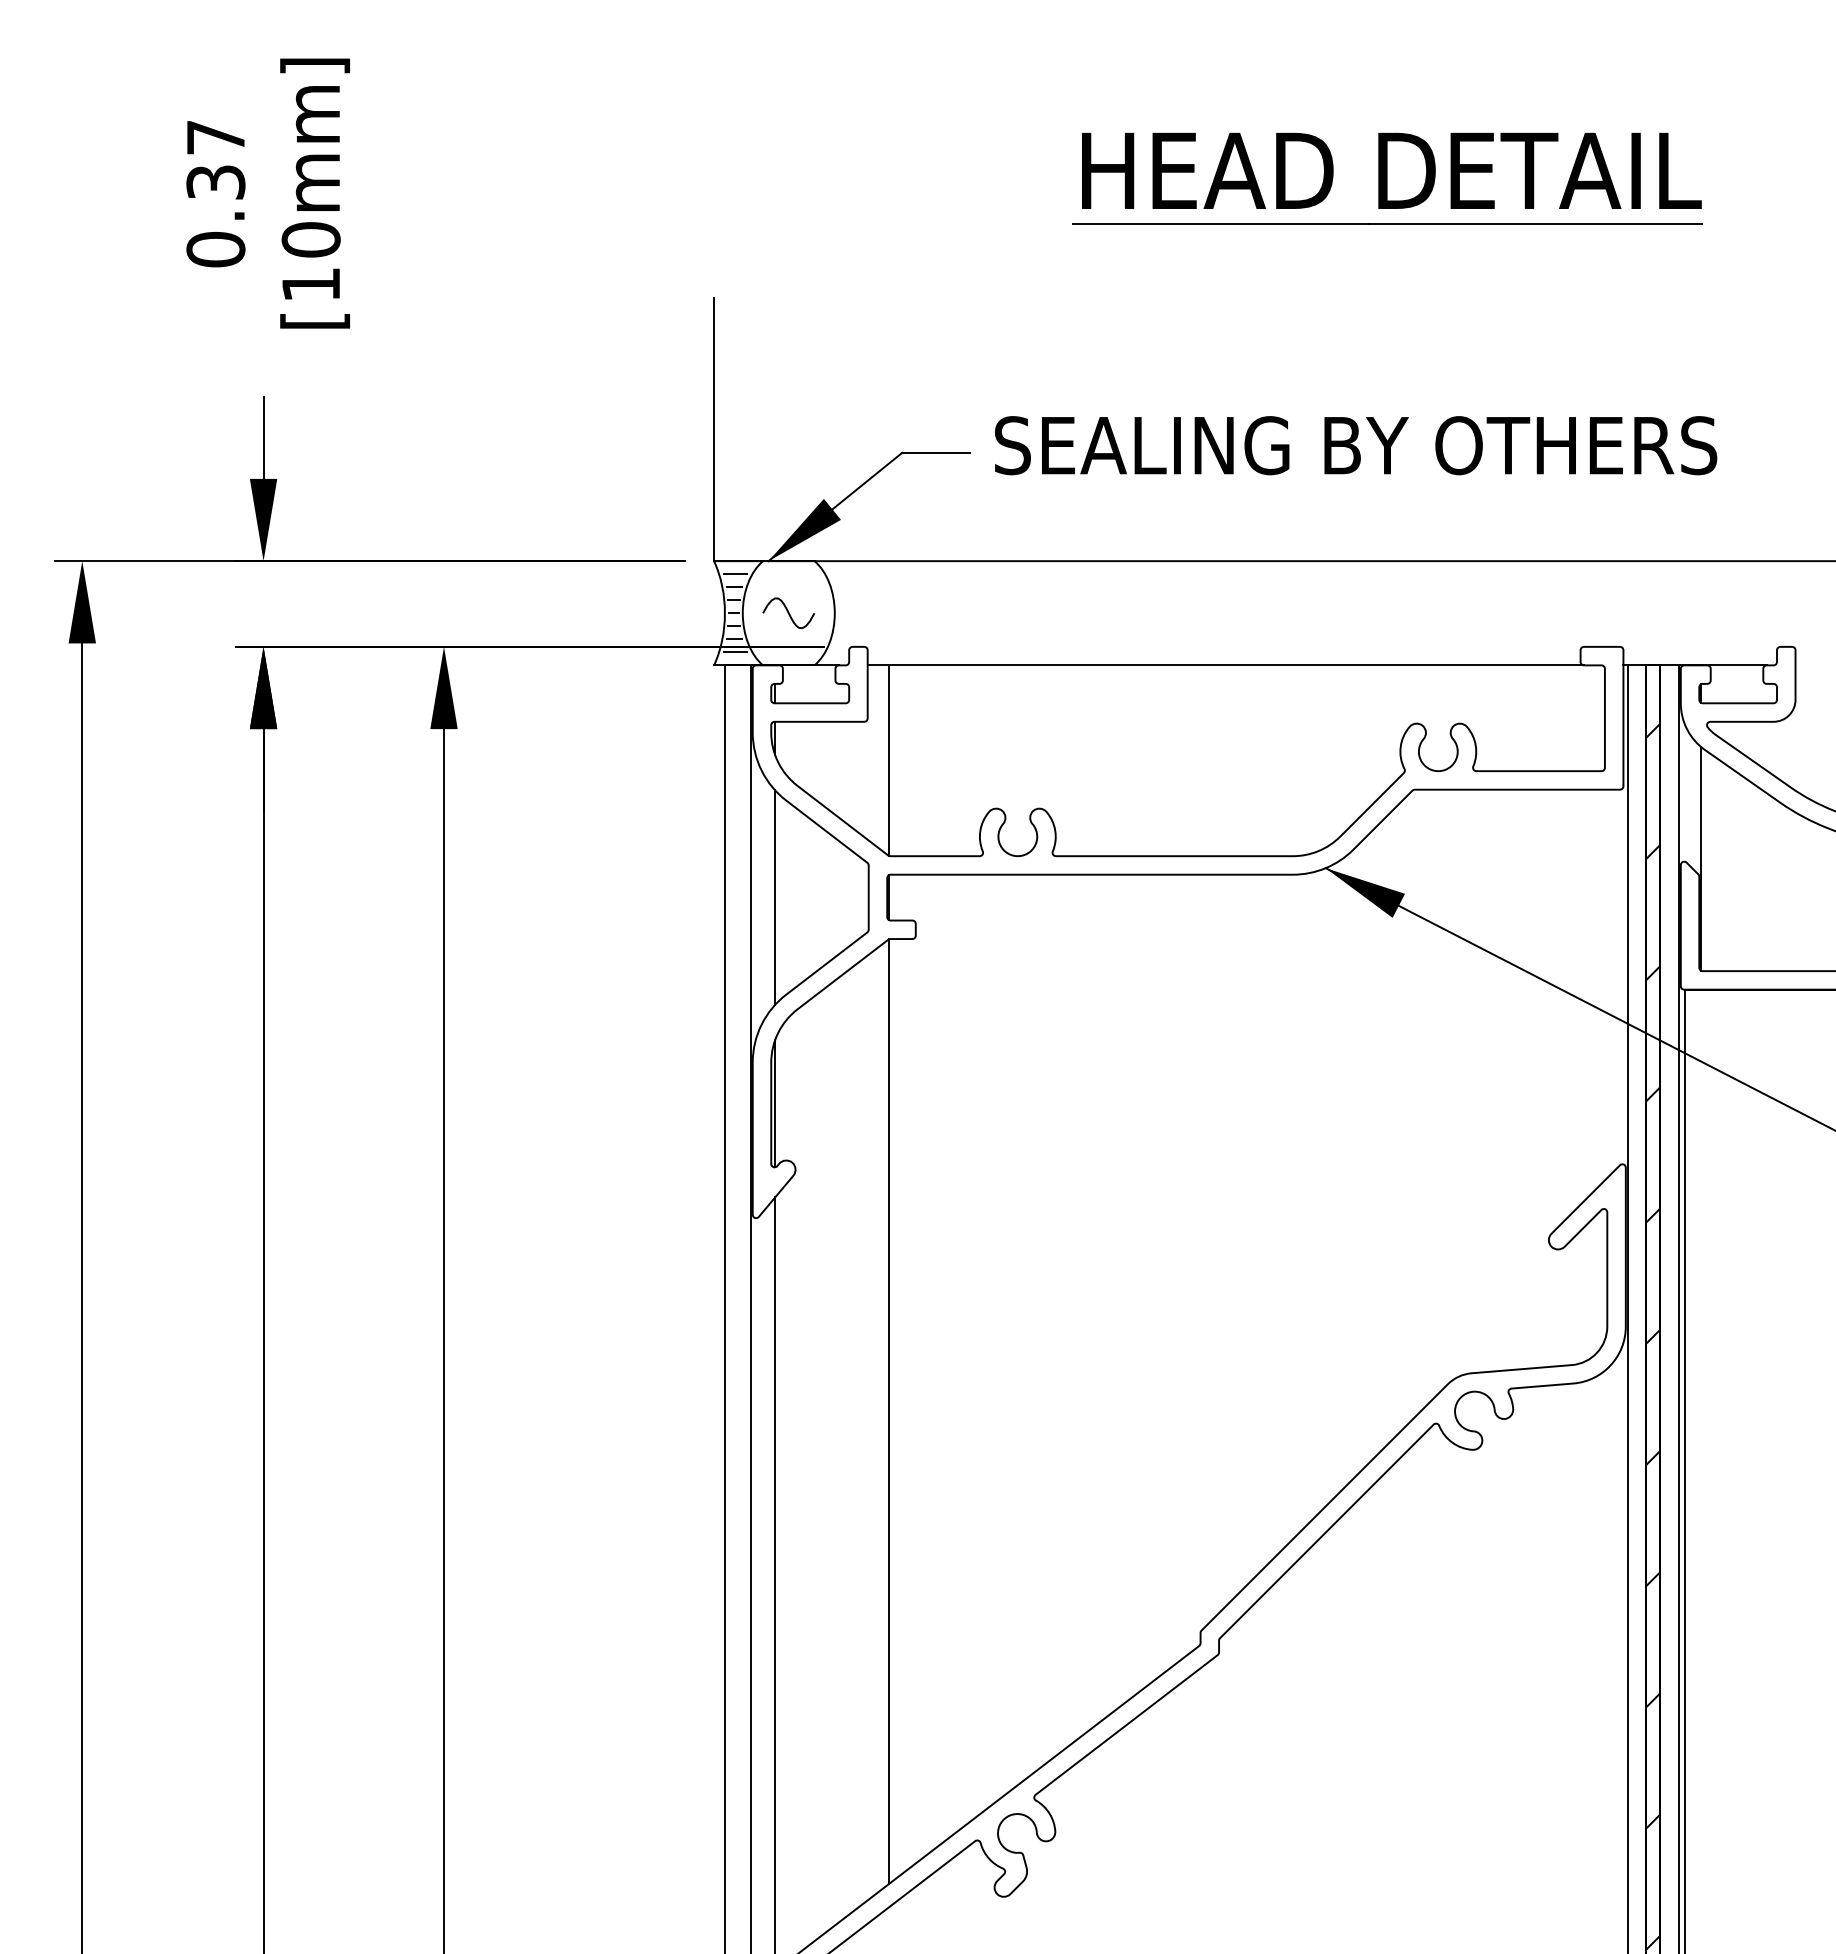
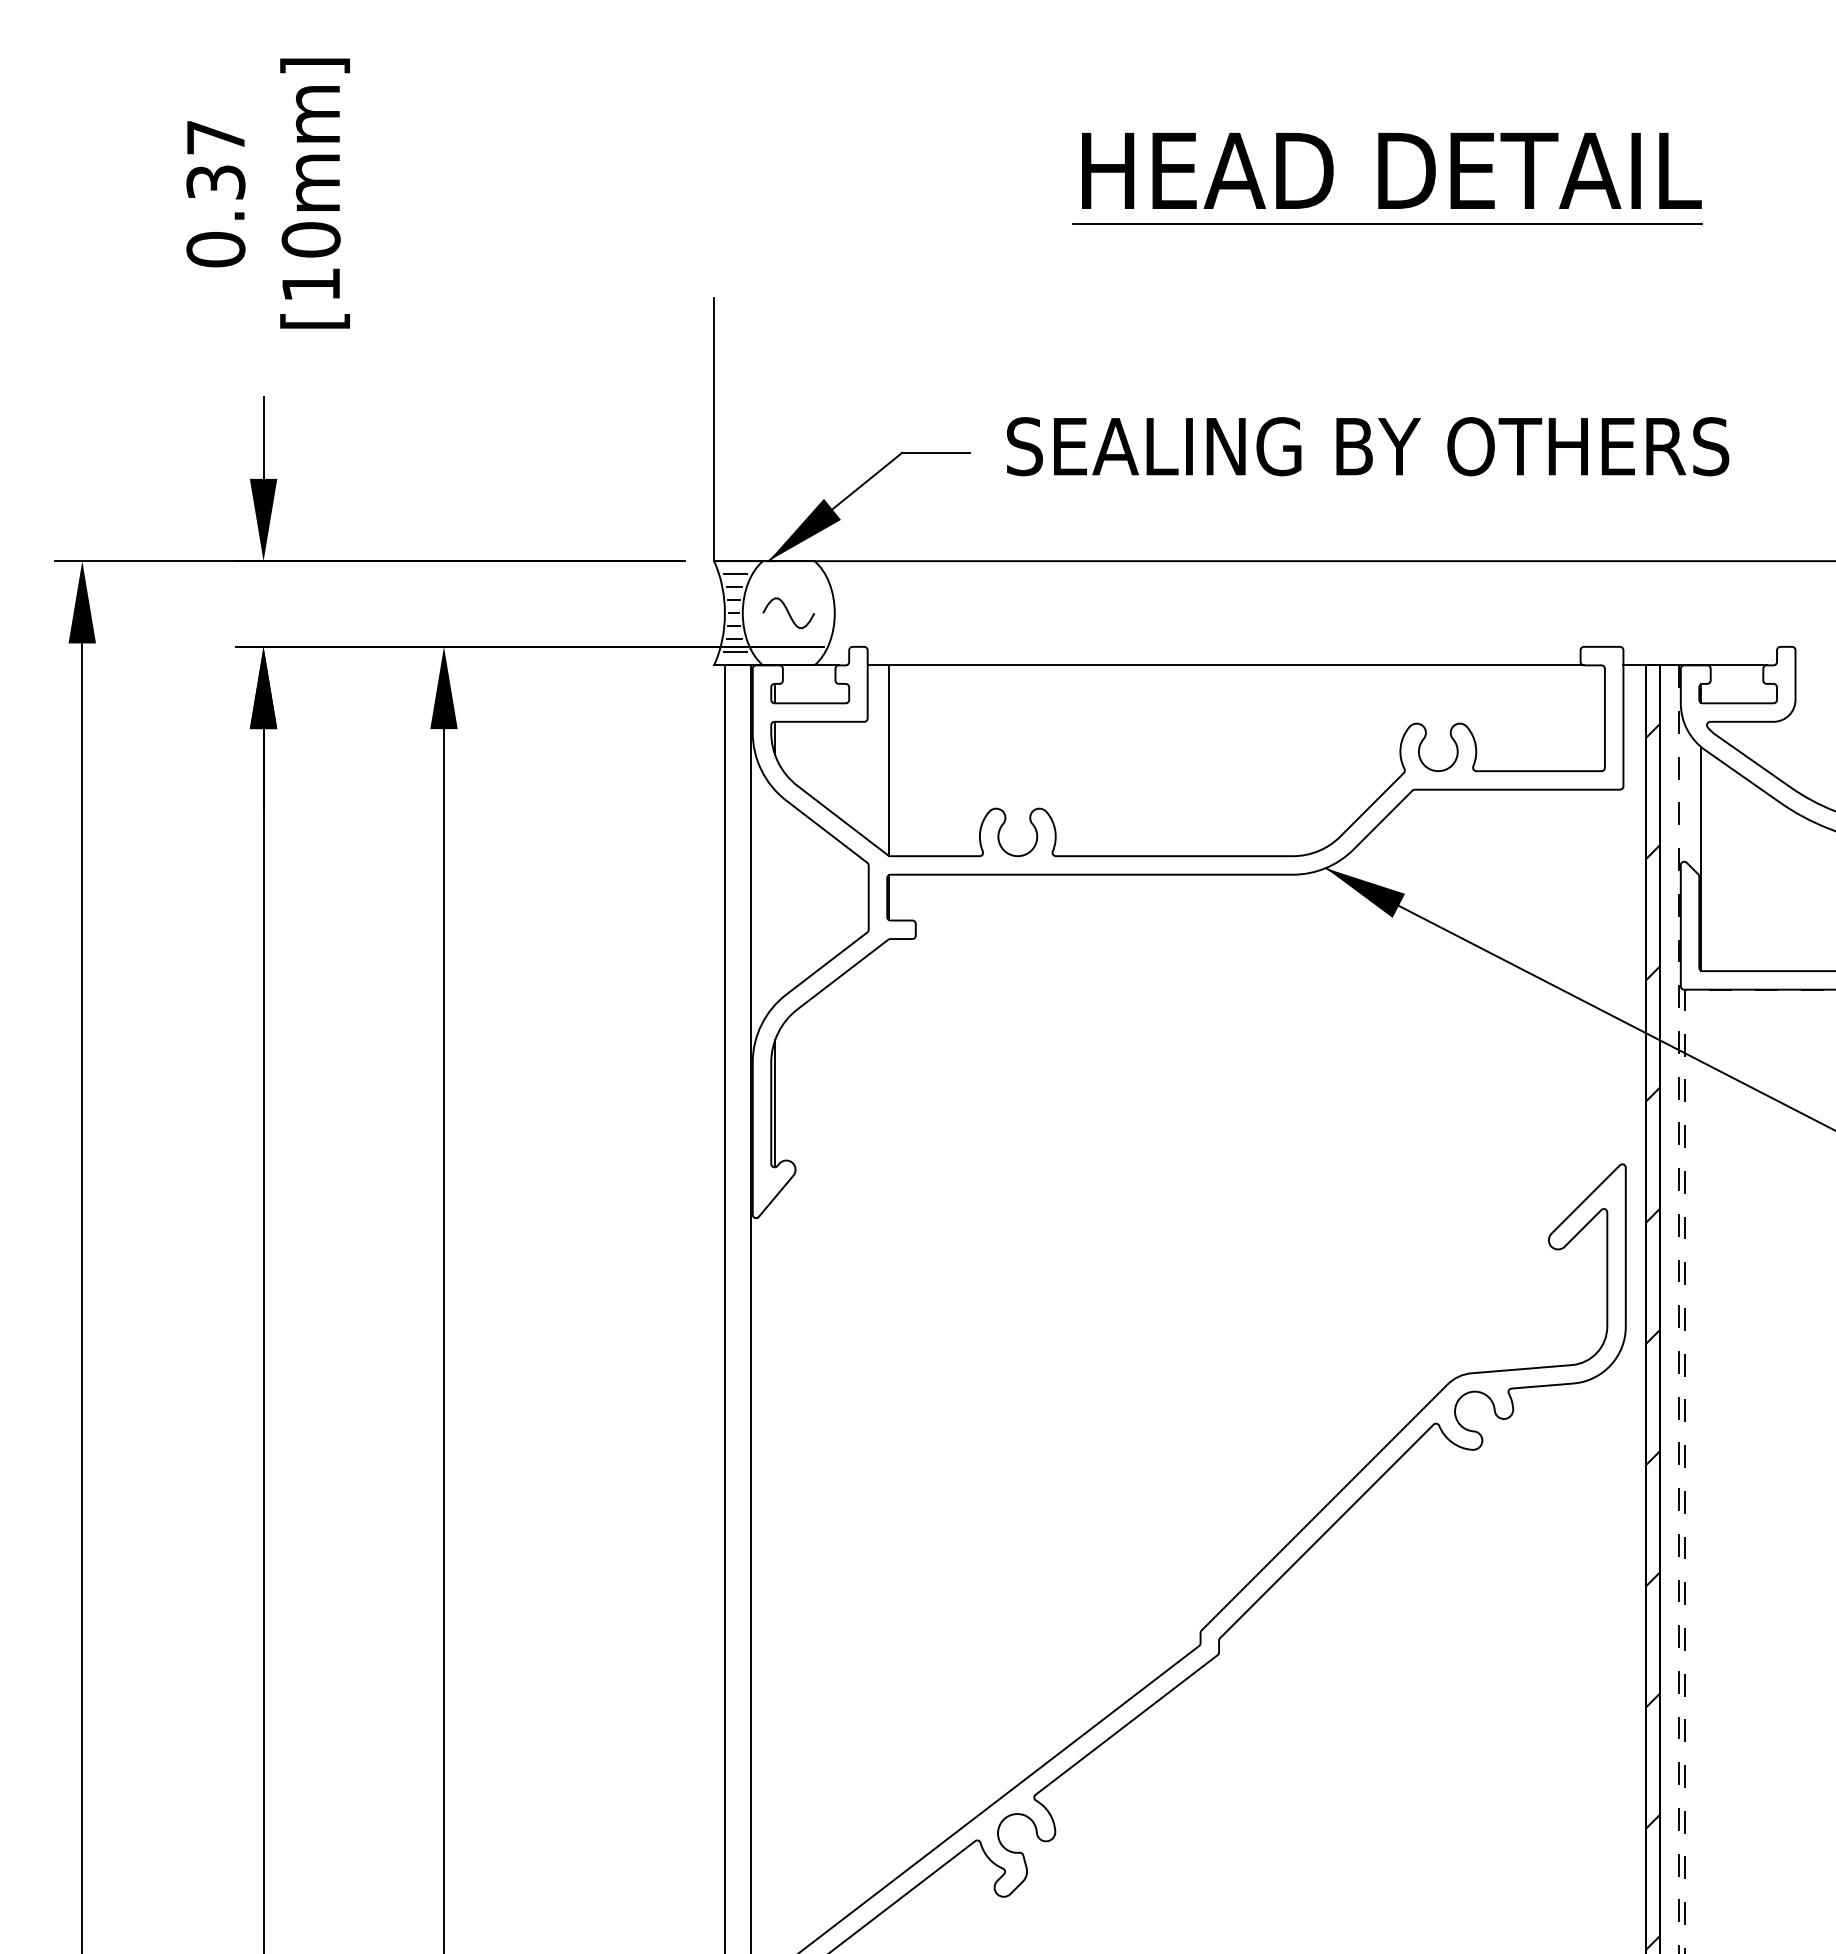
text at (1356, 445) position: (1356, 445) -> (1368, 446)
line at (775, 897): present -> none
line at (1627, 1307): present -> none
line at (1678, 1310): solid -> dashed
line at (1684, 1395): solid -> dashed
line at (889, 1411): present -> none
line at (775, 1573): present -> none
